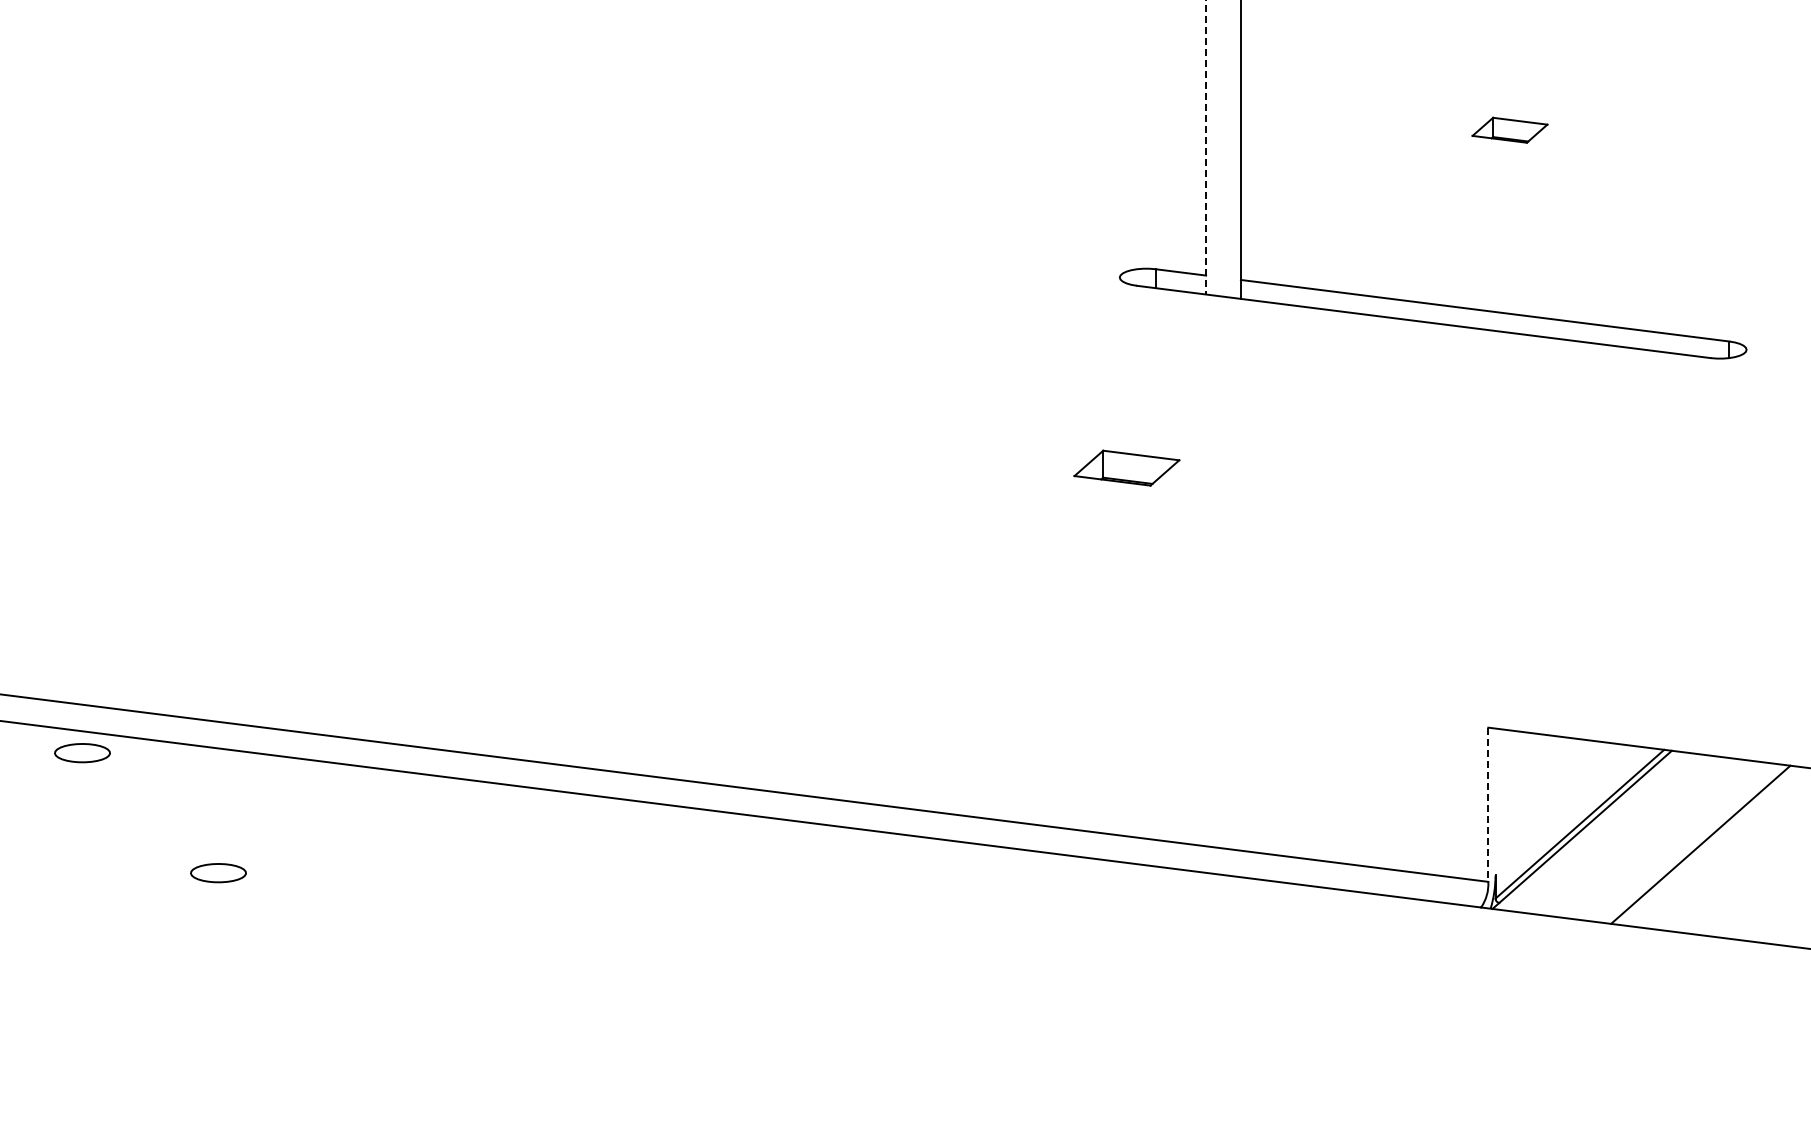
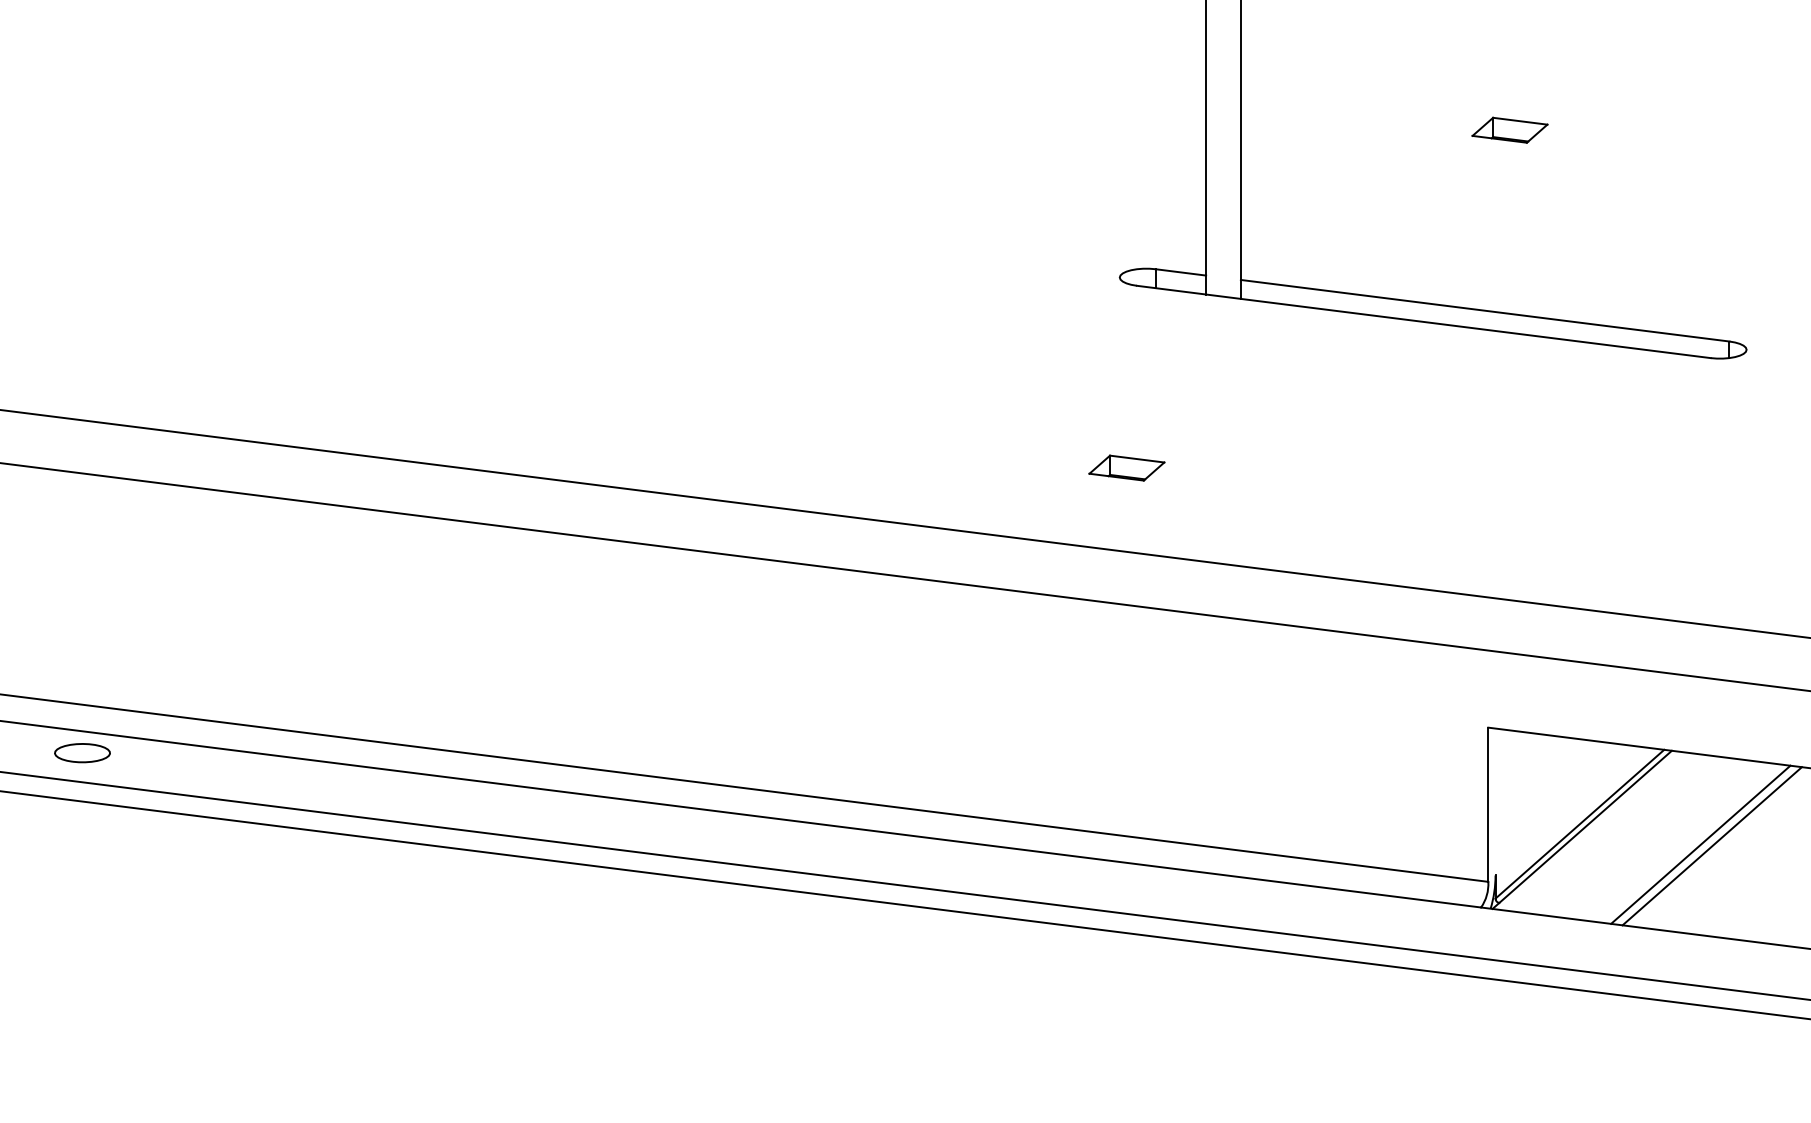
line at (1206, 147): dashed -> solid
part at (1126, 467) size: 108x38 px -> 78x28 px
line at (904, 523): none -> present
line at (904, 576): none -> present
line at (1488, 805): dashed -> solid
line at (1711, 846): none -> present
part at (218, 873): present -> none
line at (904, 885): none -> present
line at (904, 904): none -> present
